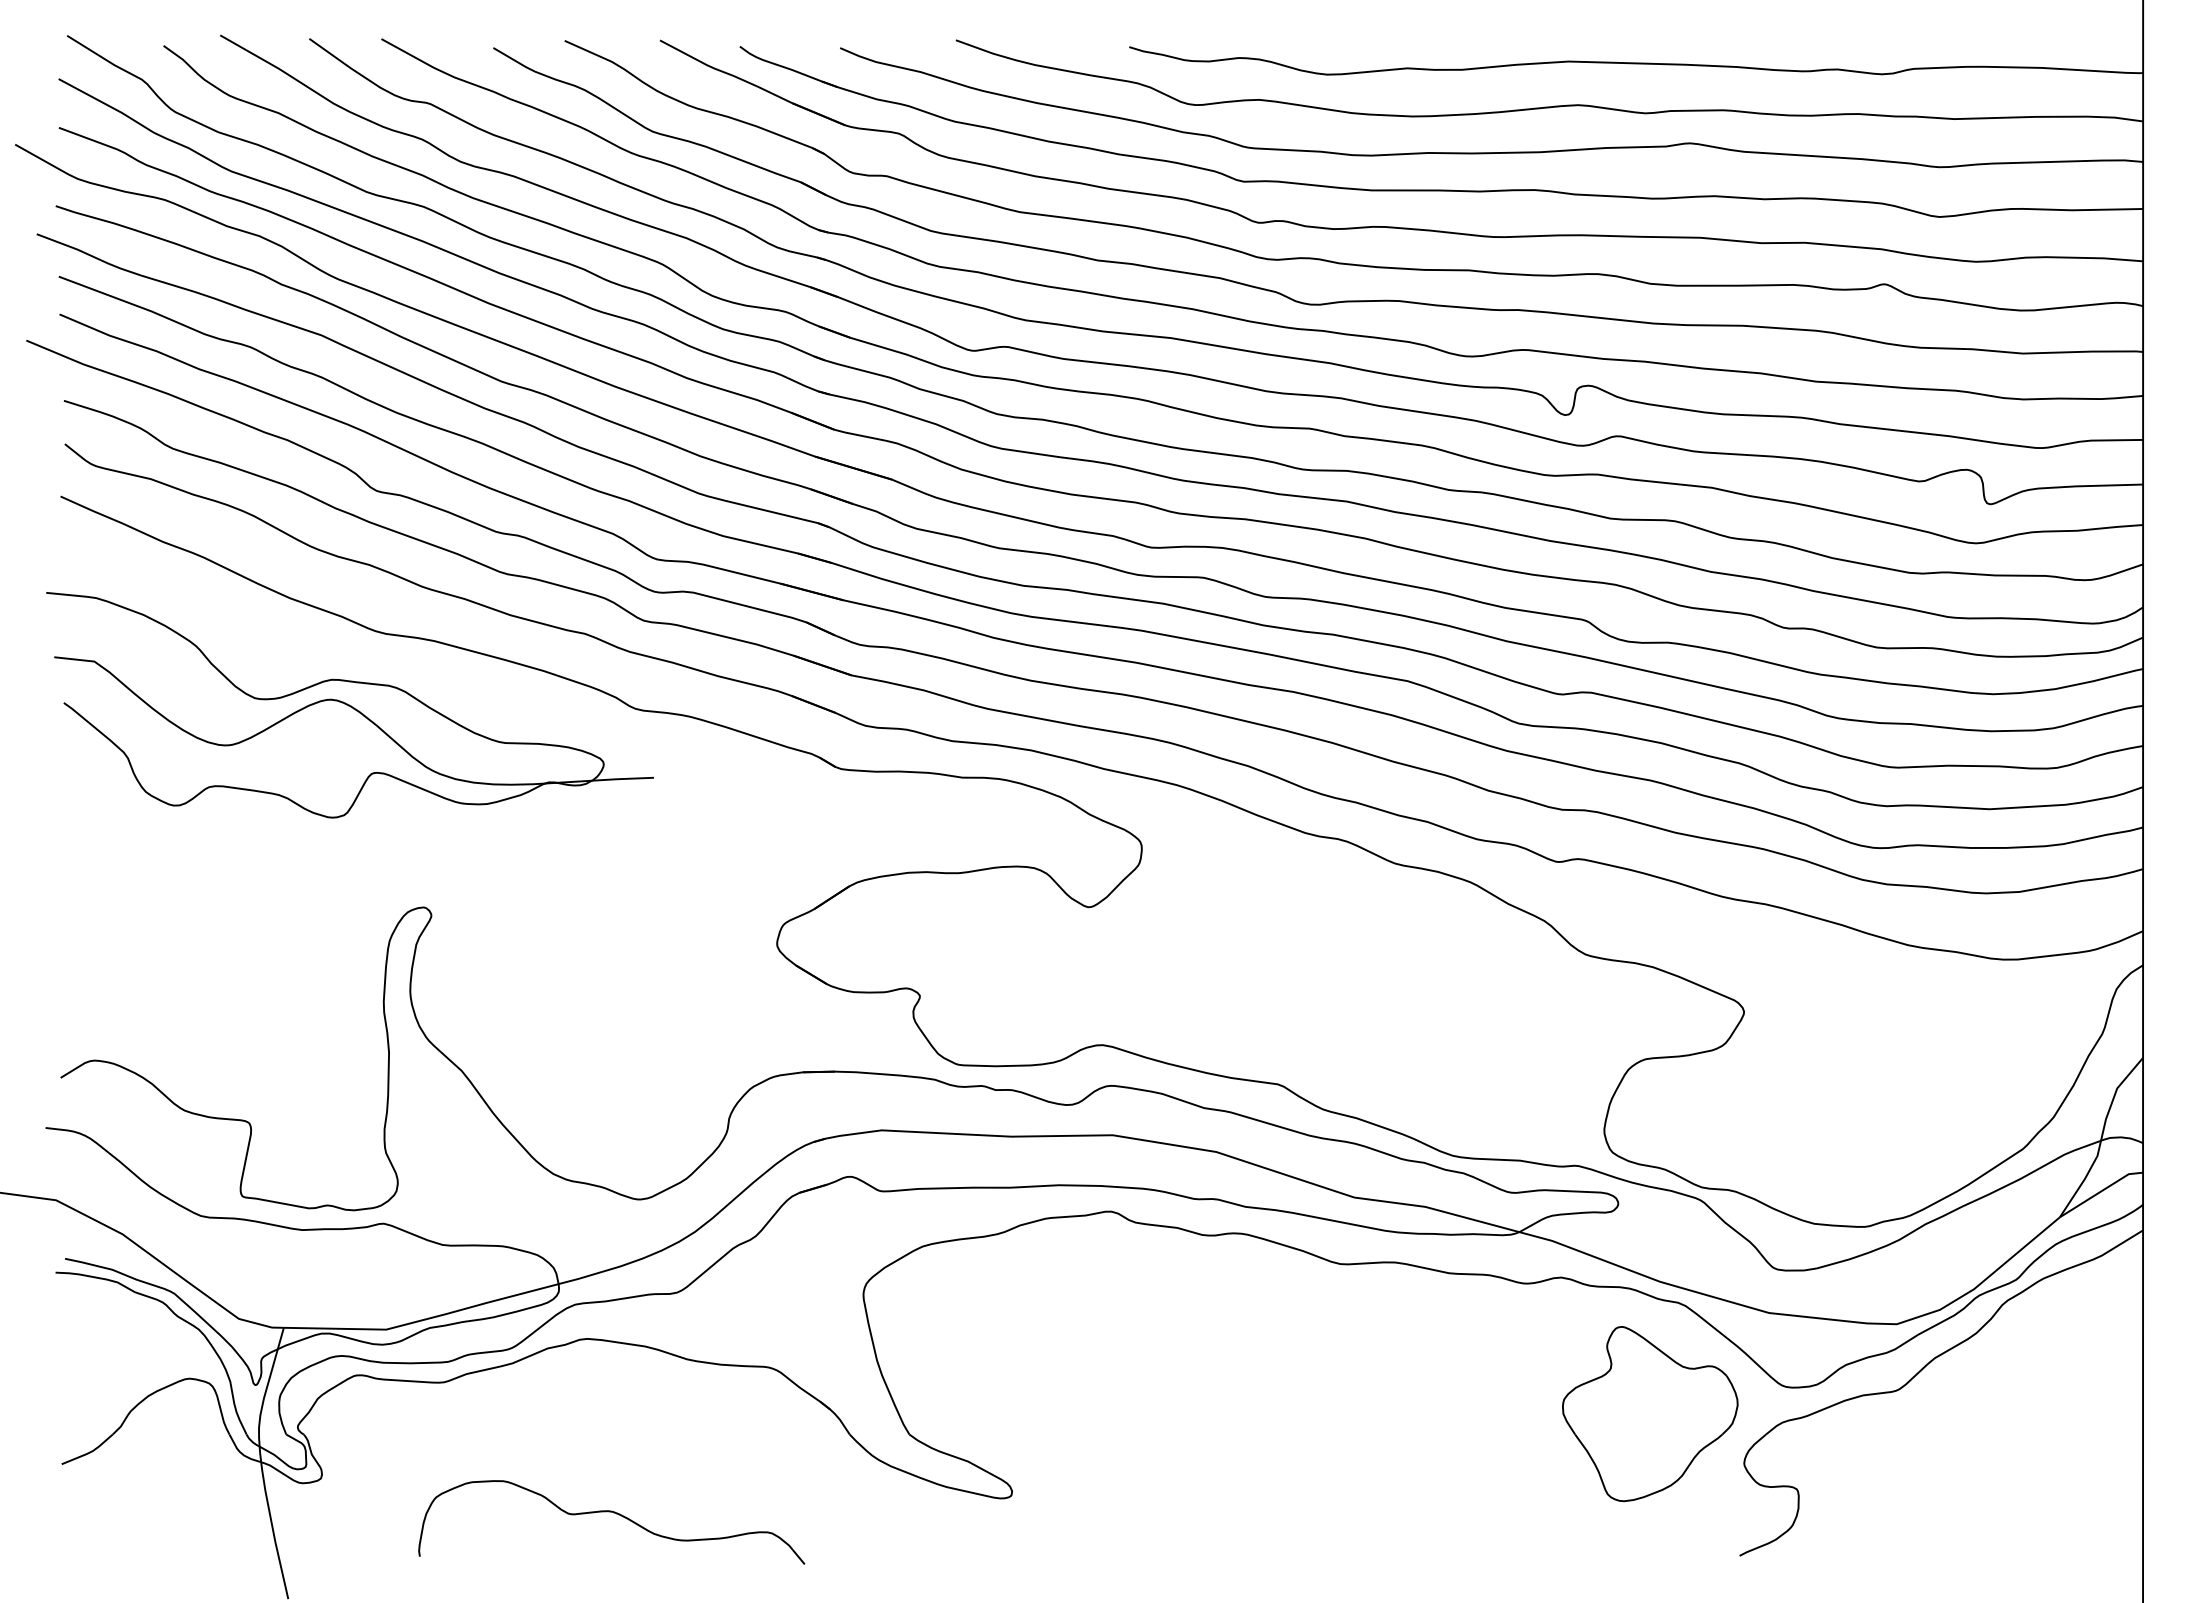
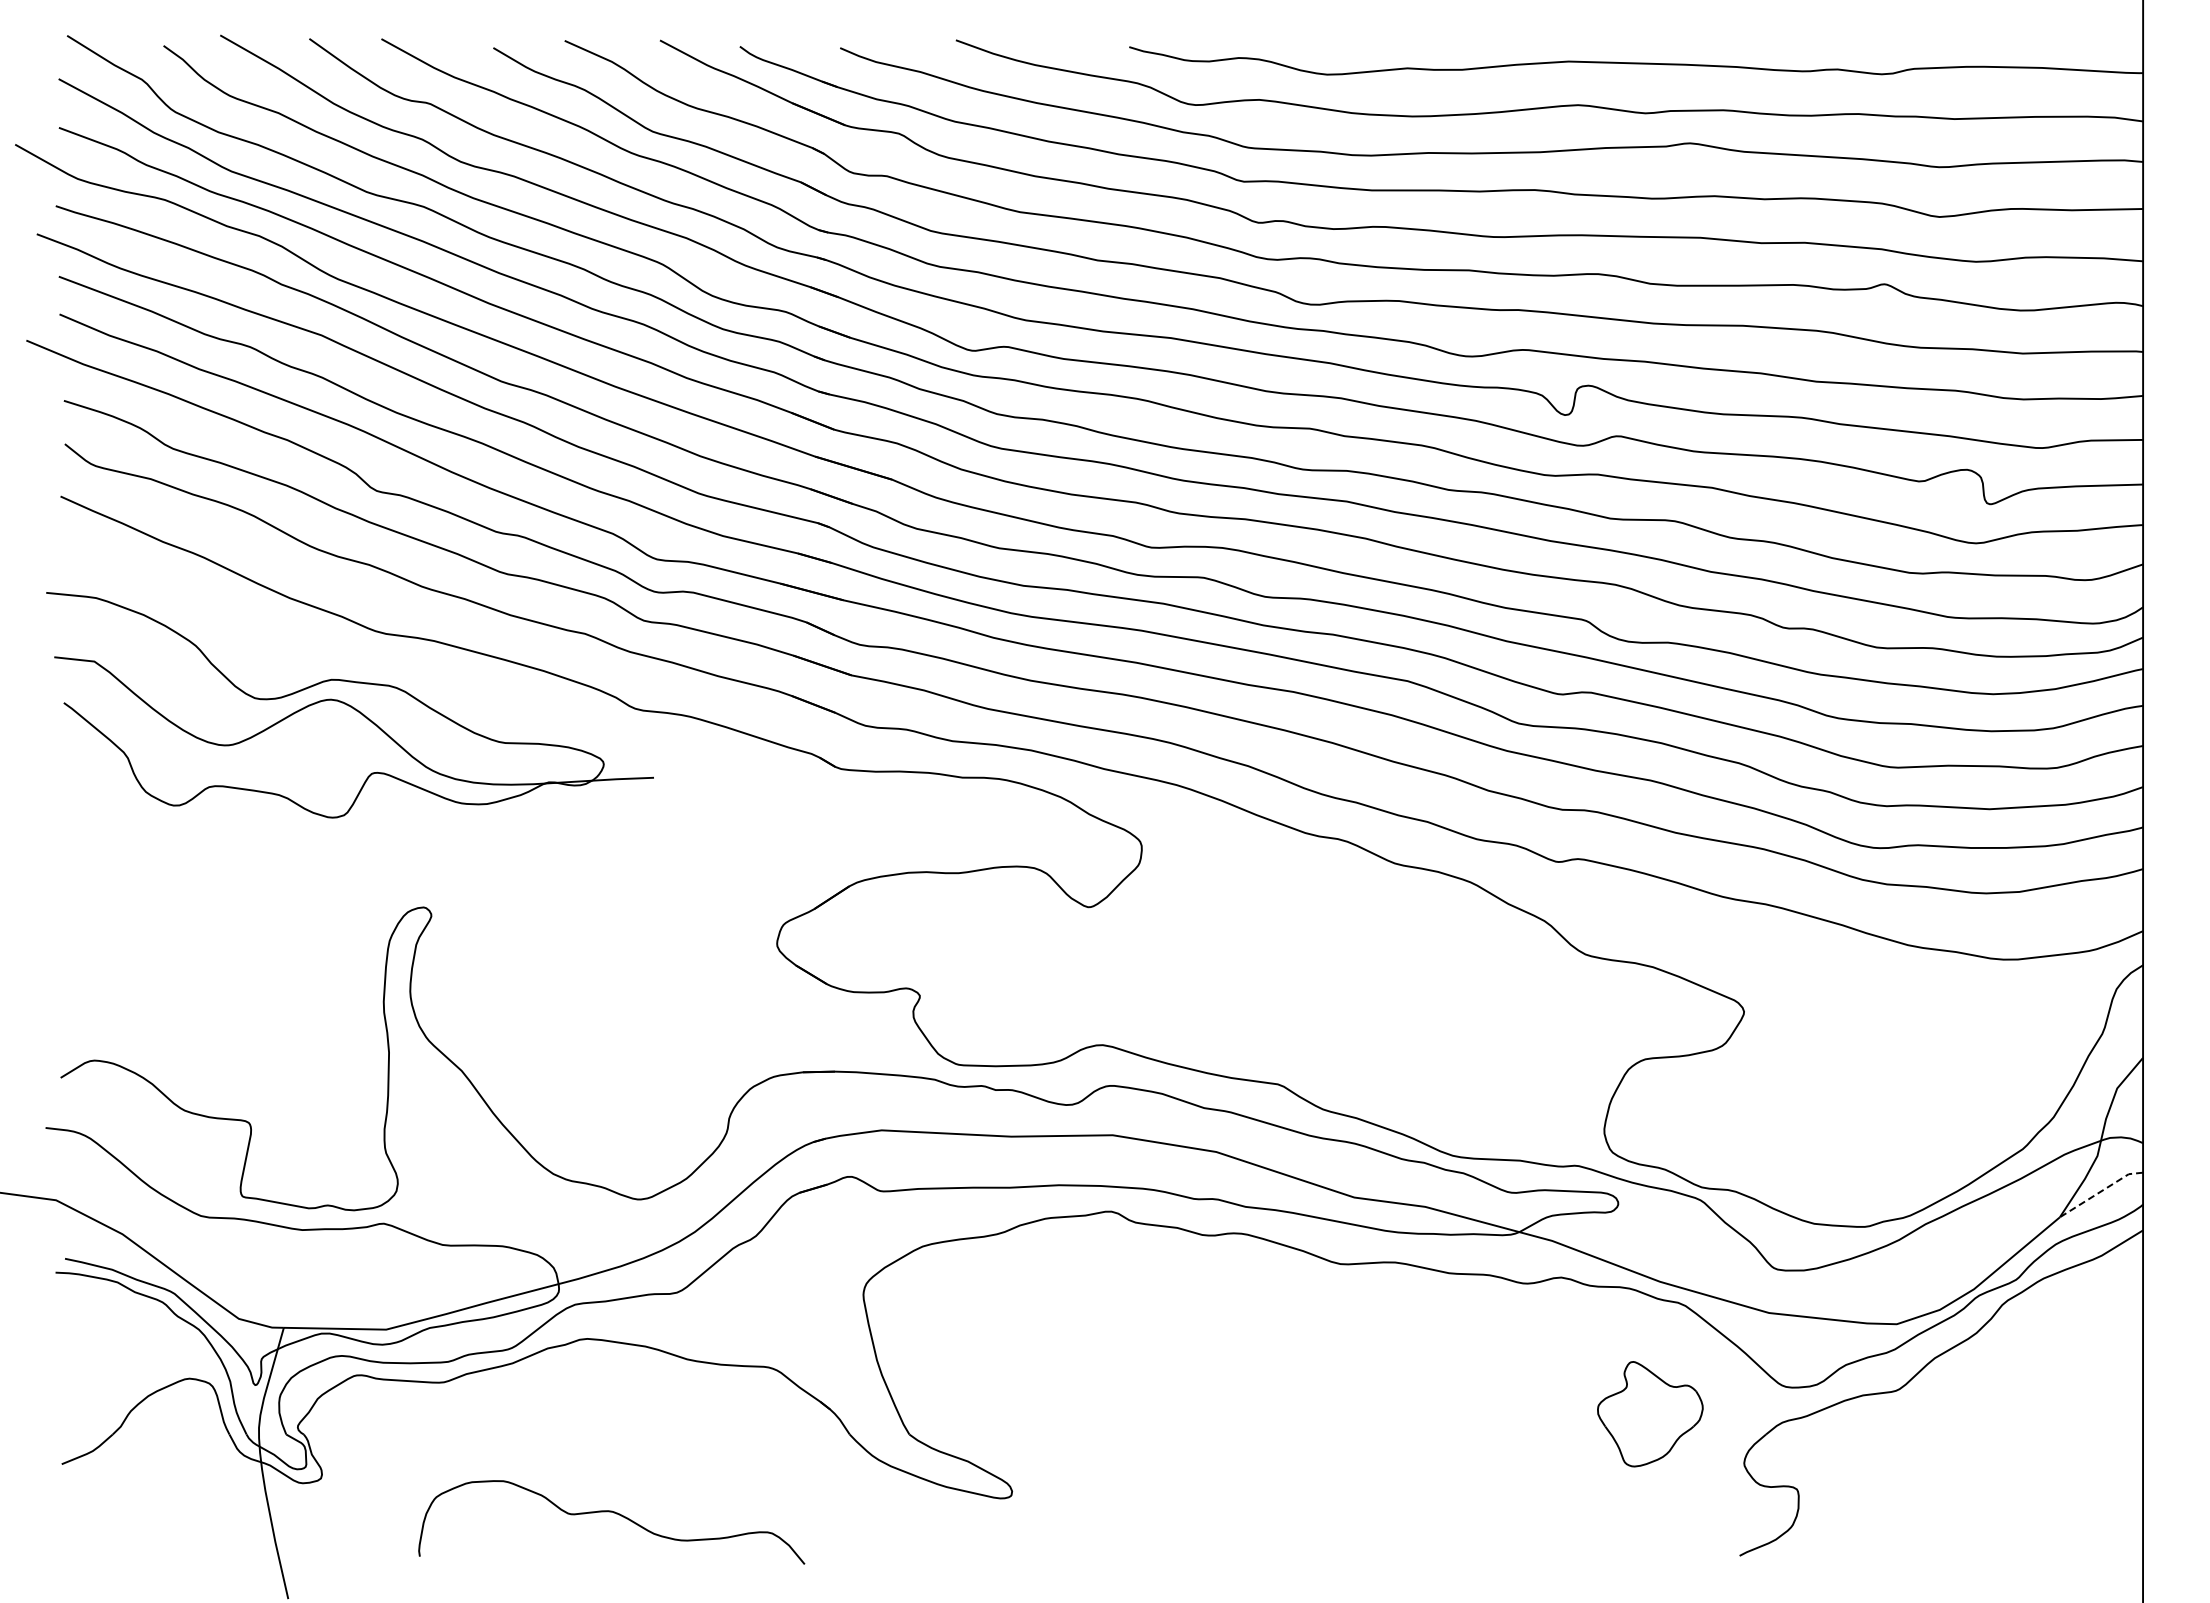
line at (2101, 1191): solid -> dashed
part at (1650, 1414) size: 177x177 px -> 107x107 px
